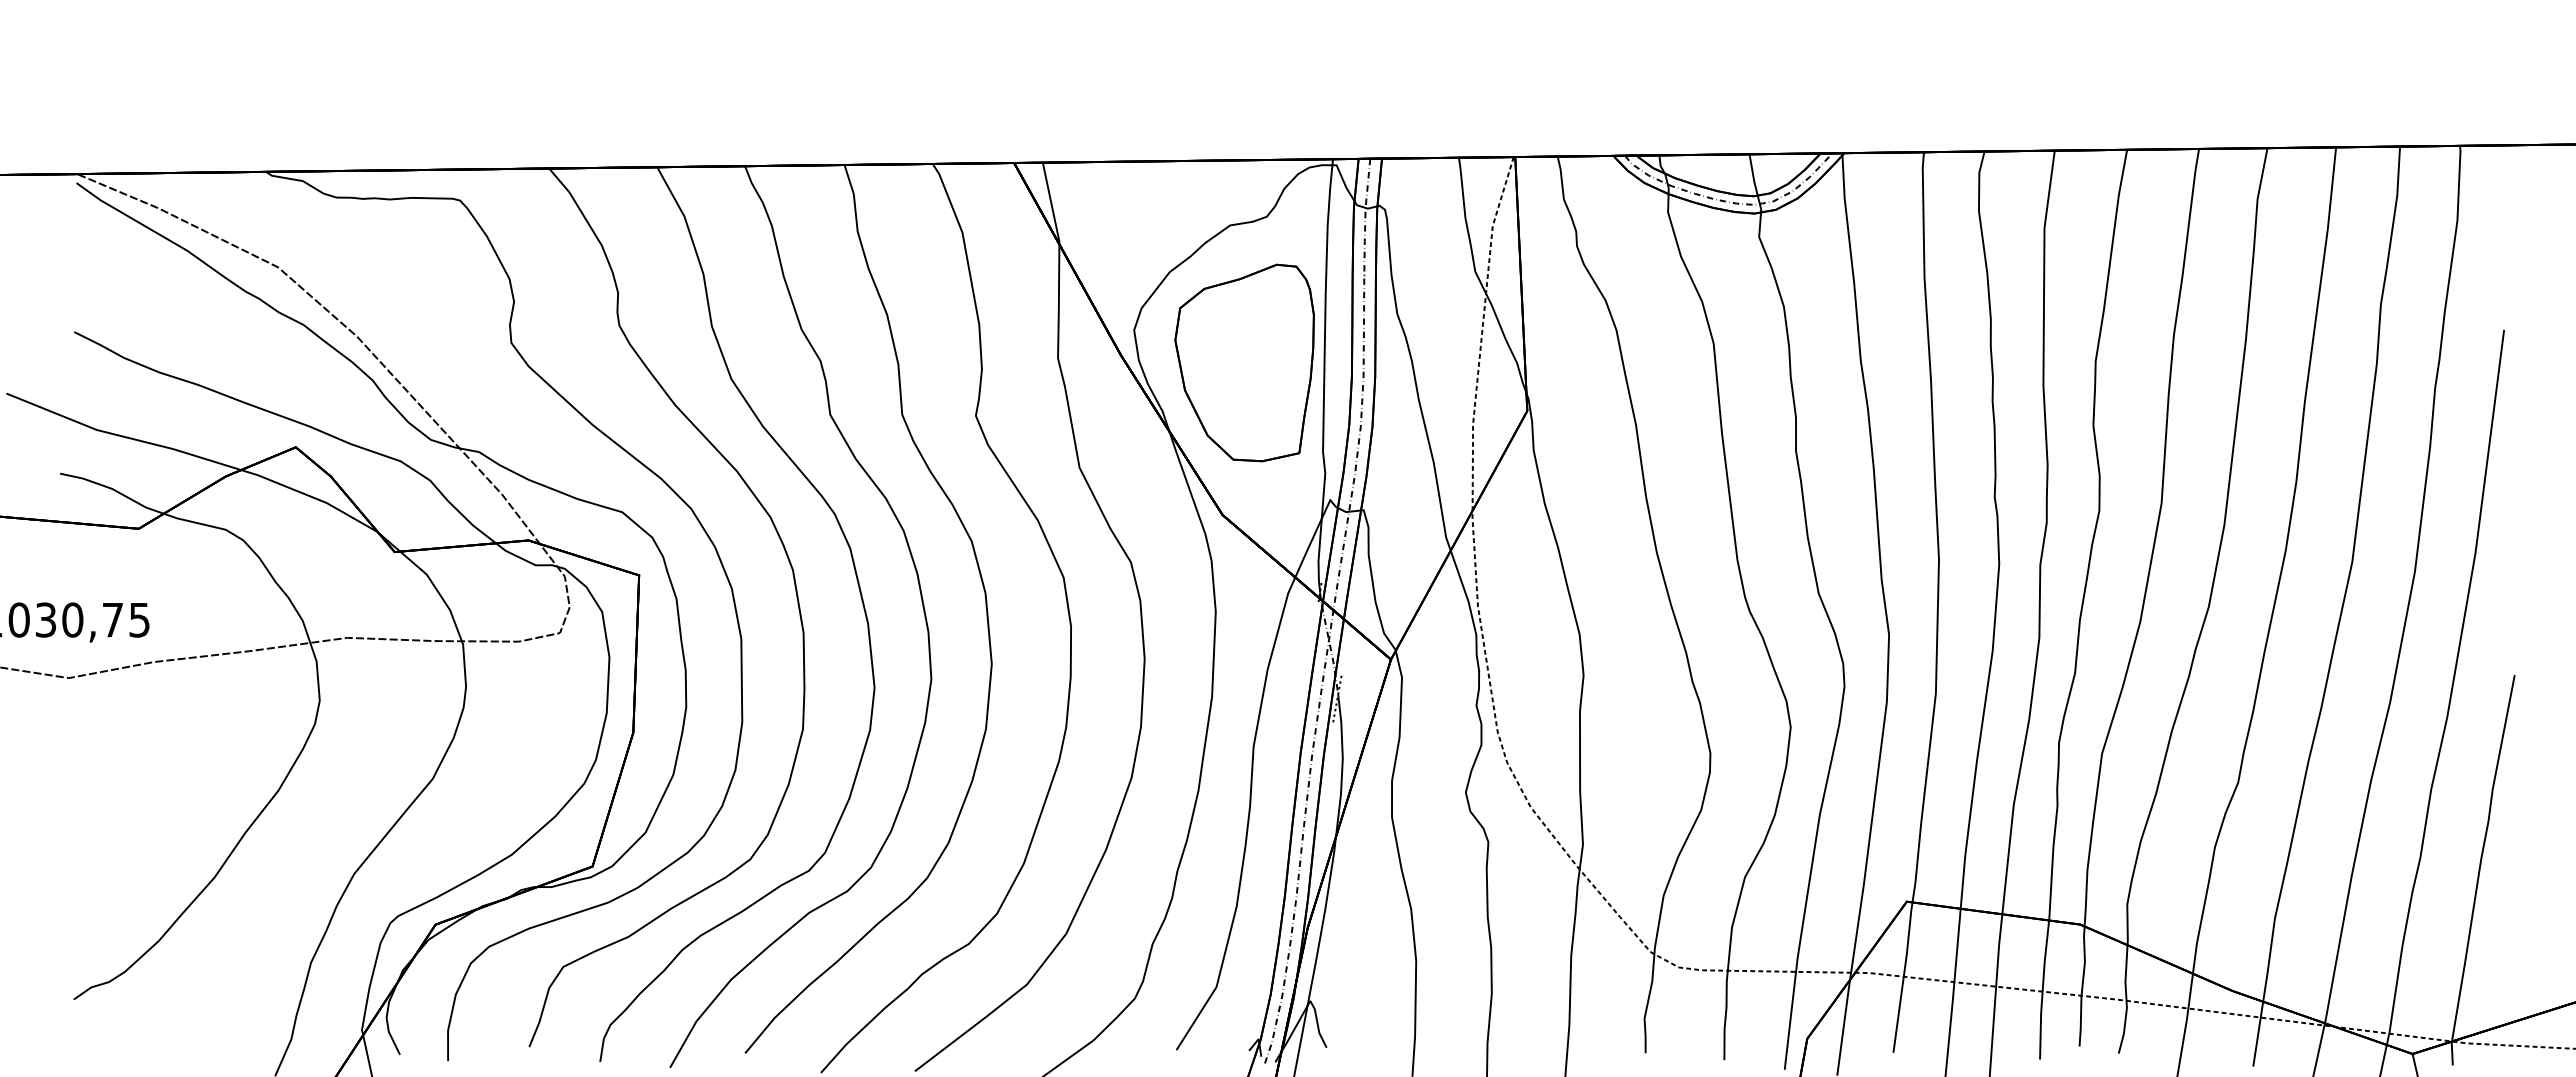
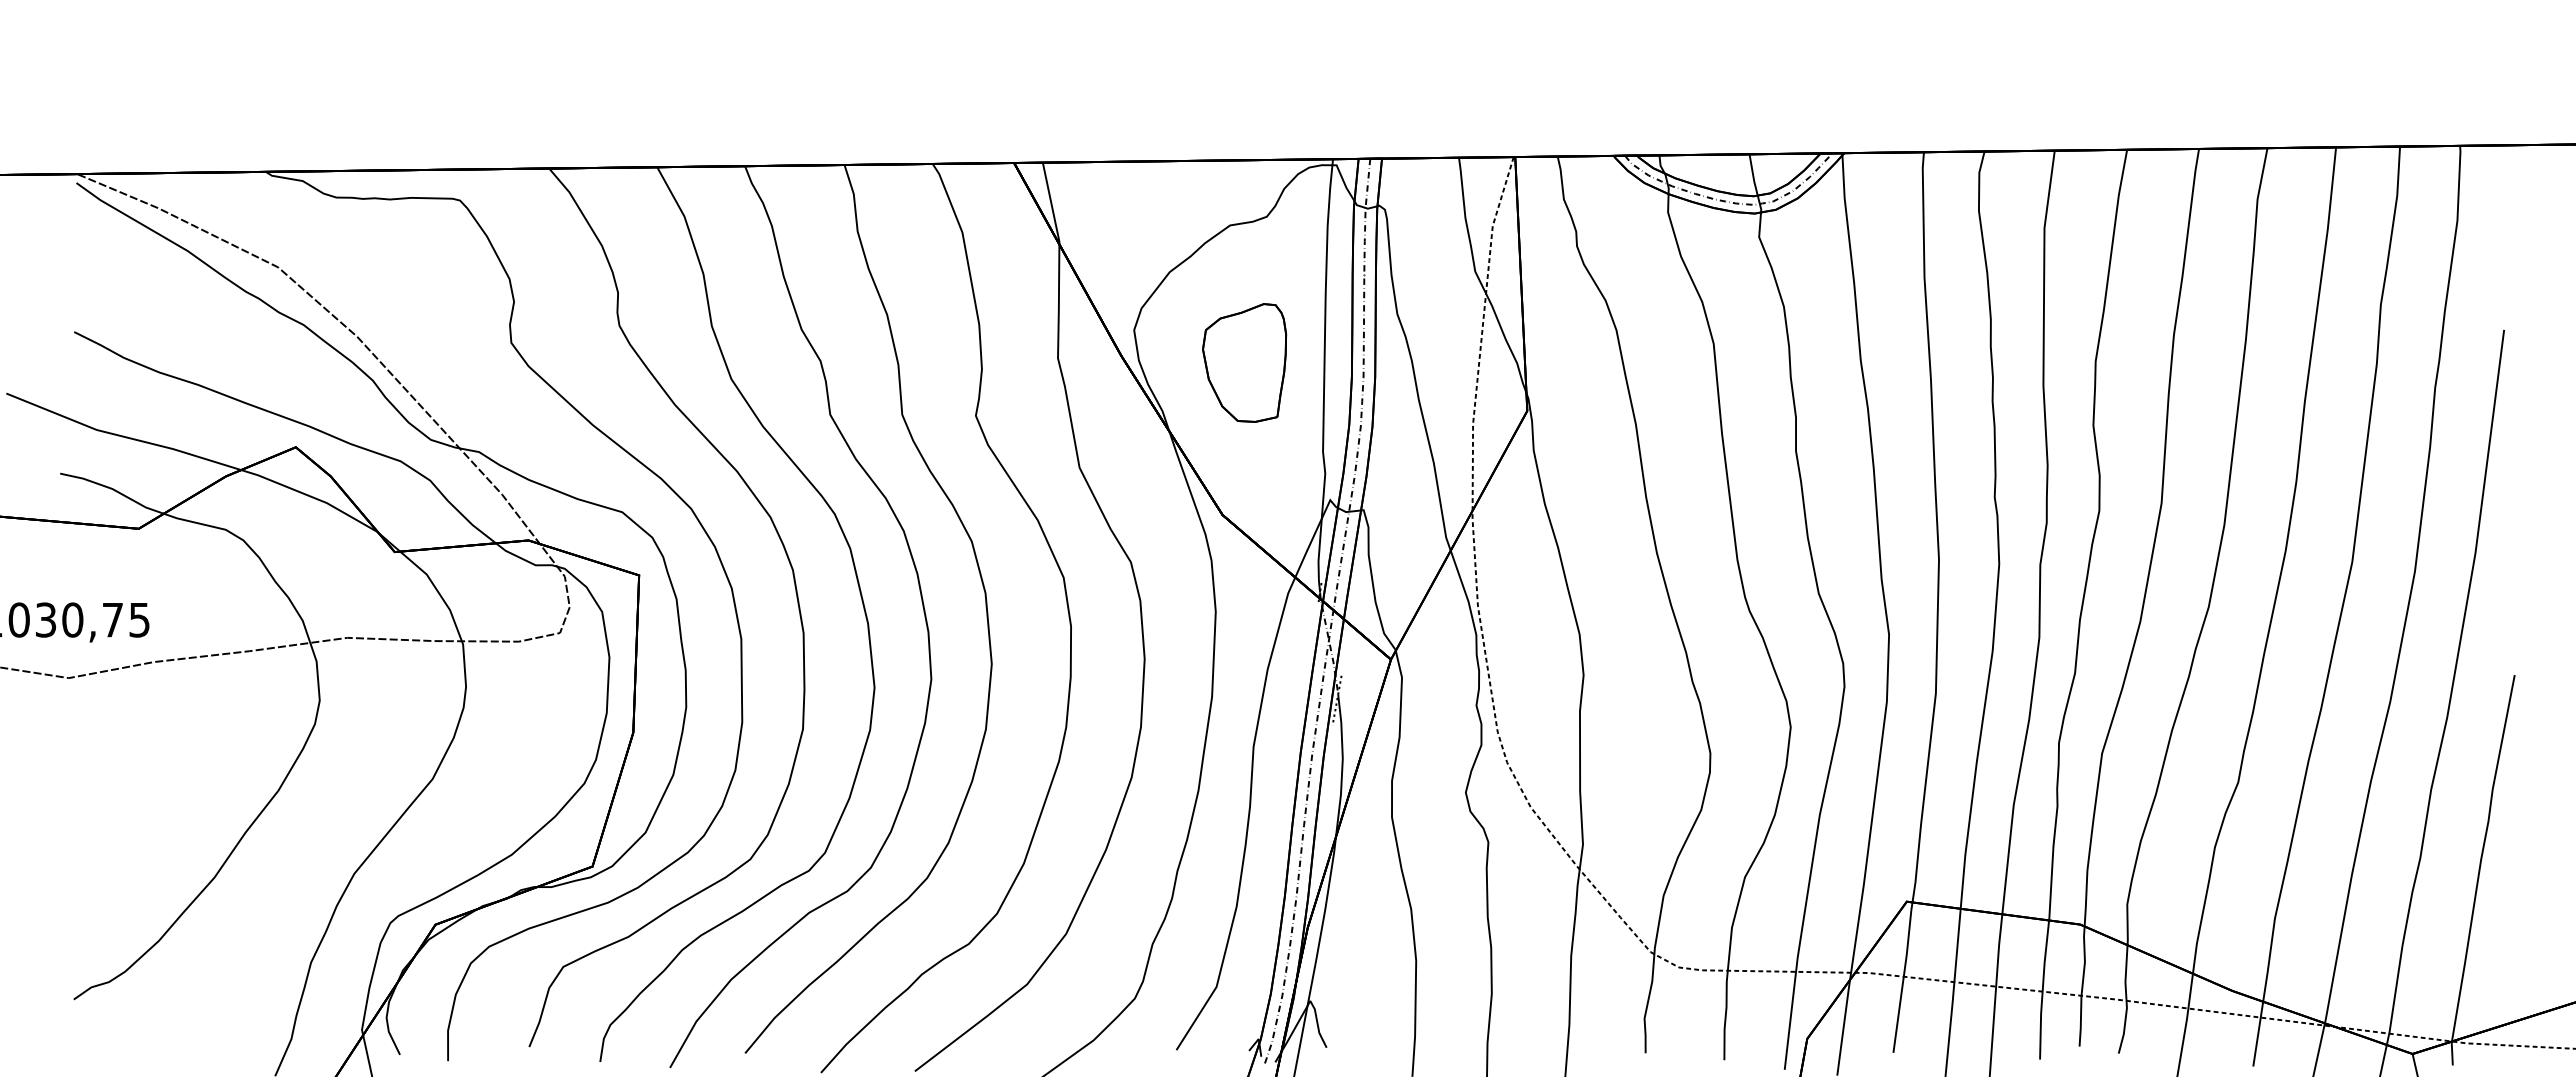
part at (1244, 362) size: 141x200 px -> 86x120 px
